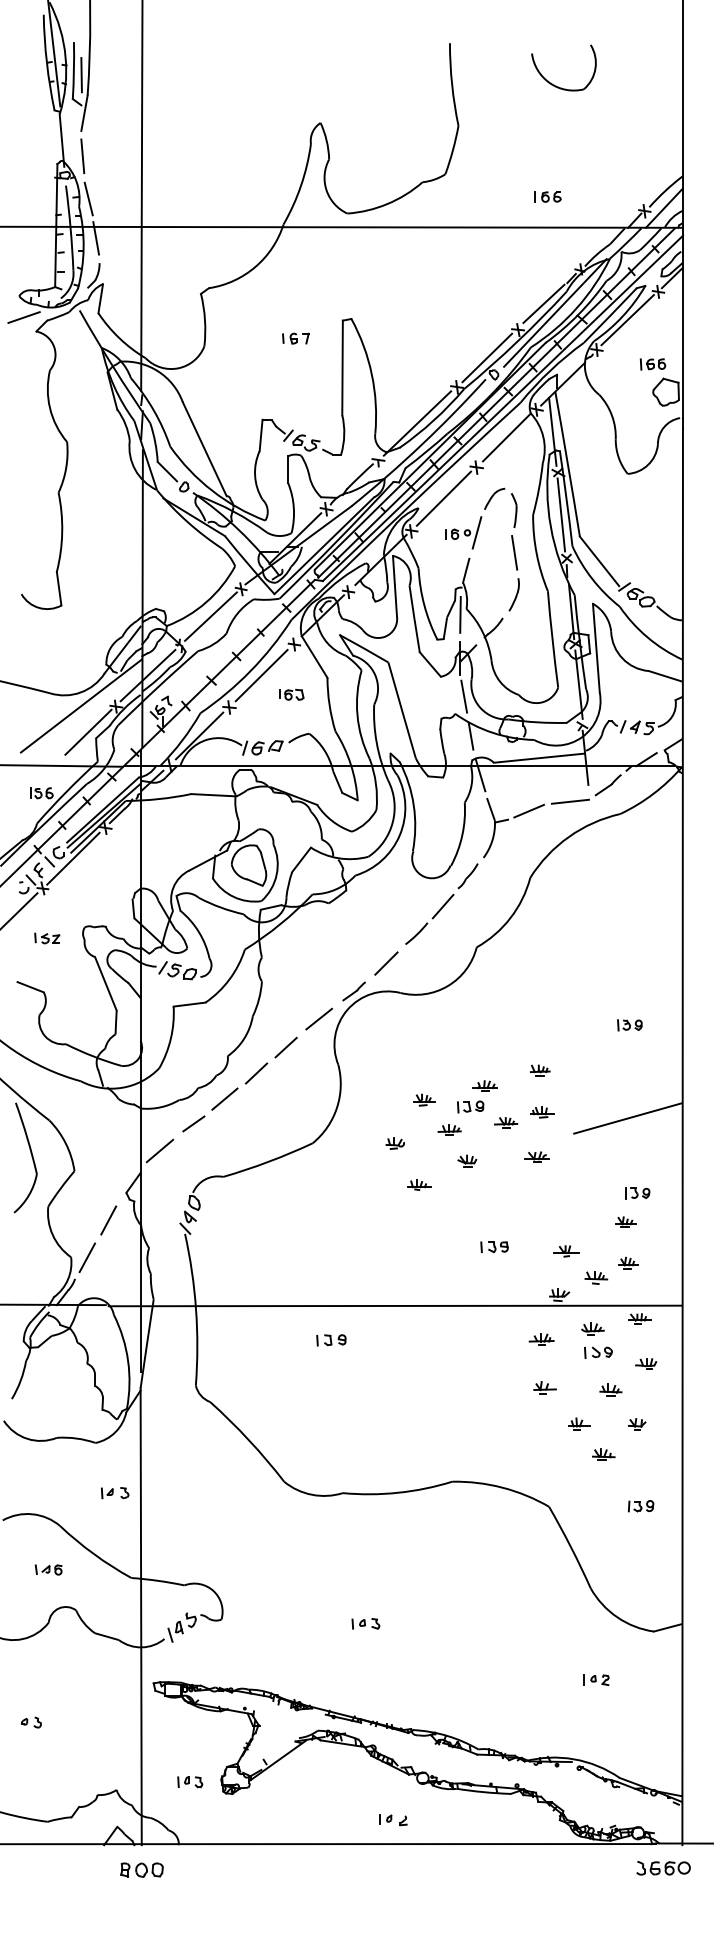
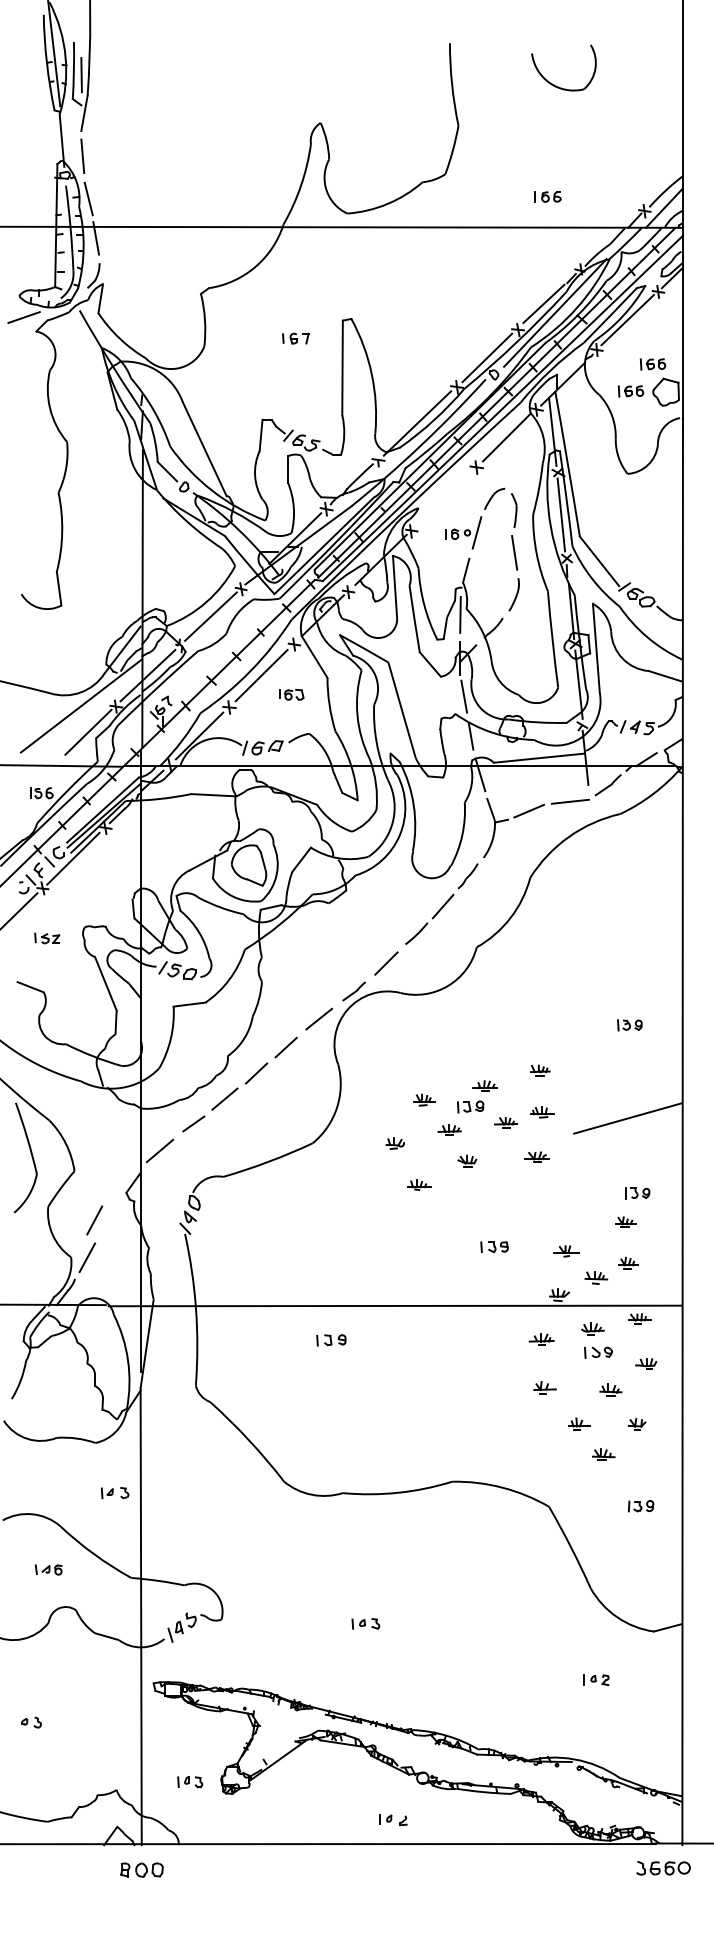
line at (141, 196): present -> none
part at (630, 391): none -> present
line at (443, 498): present -> none
line at (108, 1220) position: (108, 1220) -> (94, 1220)
